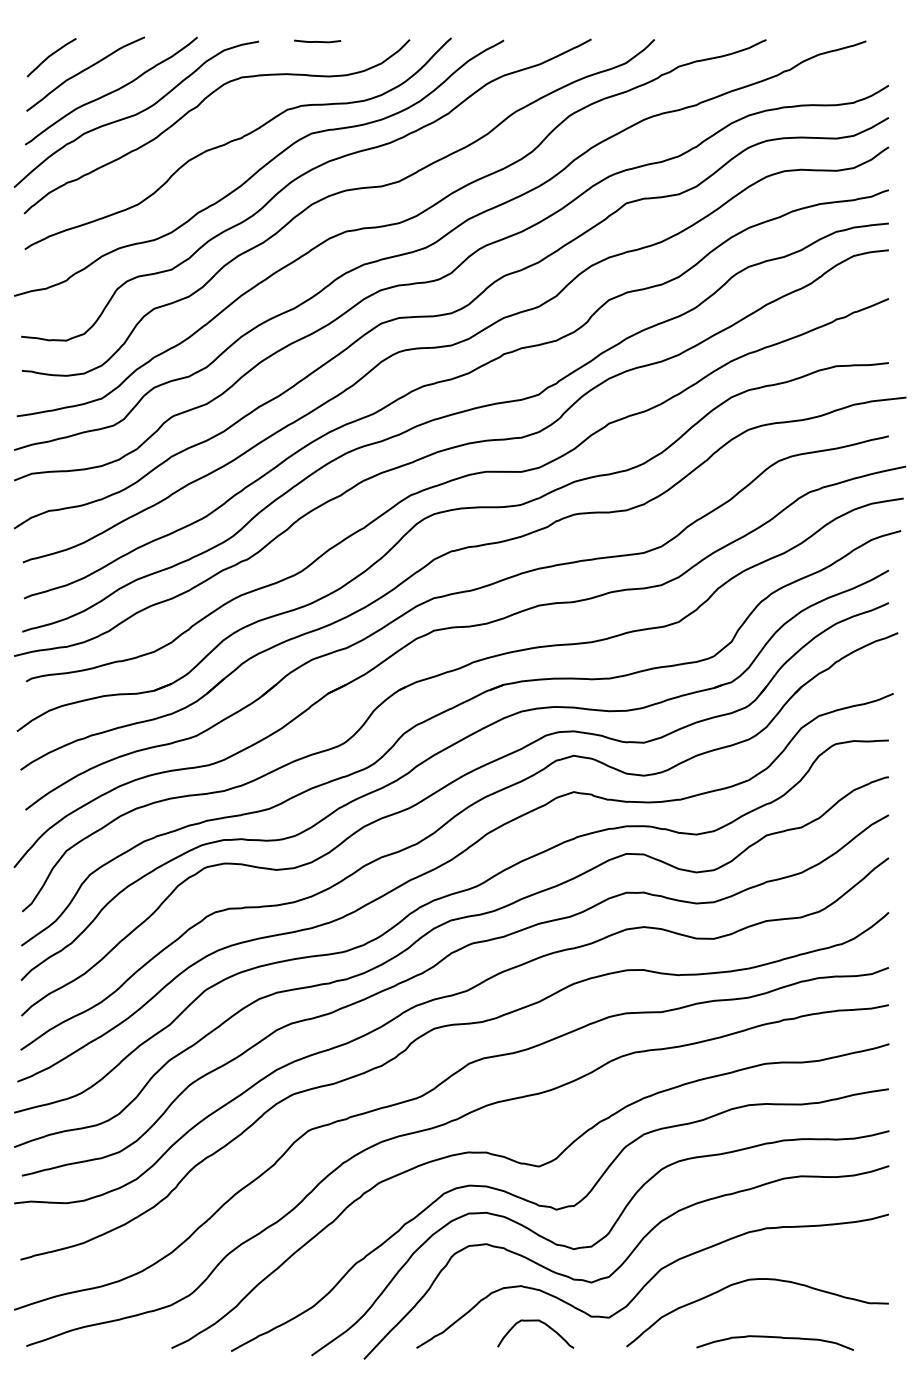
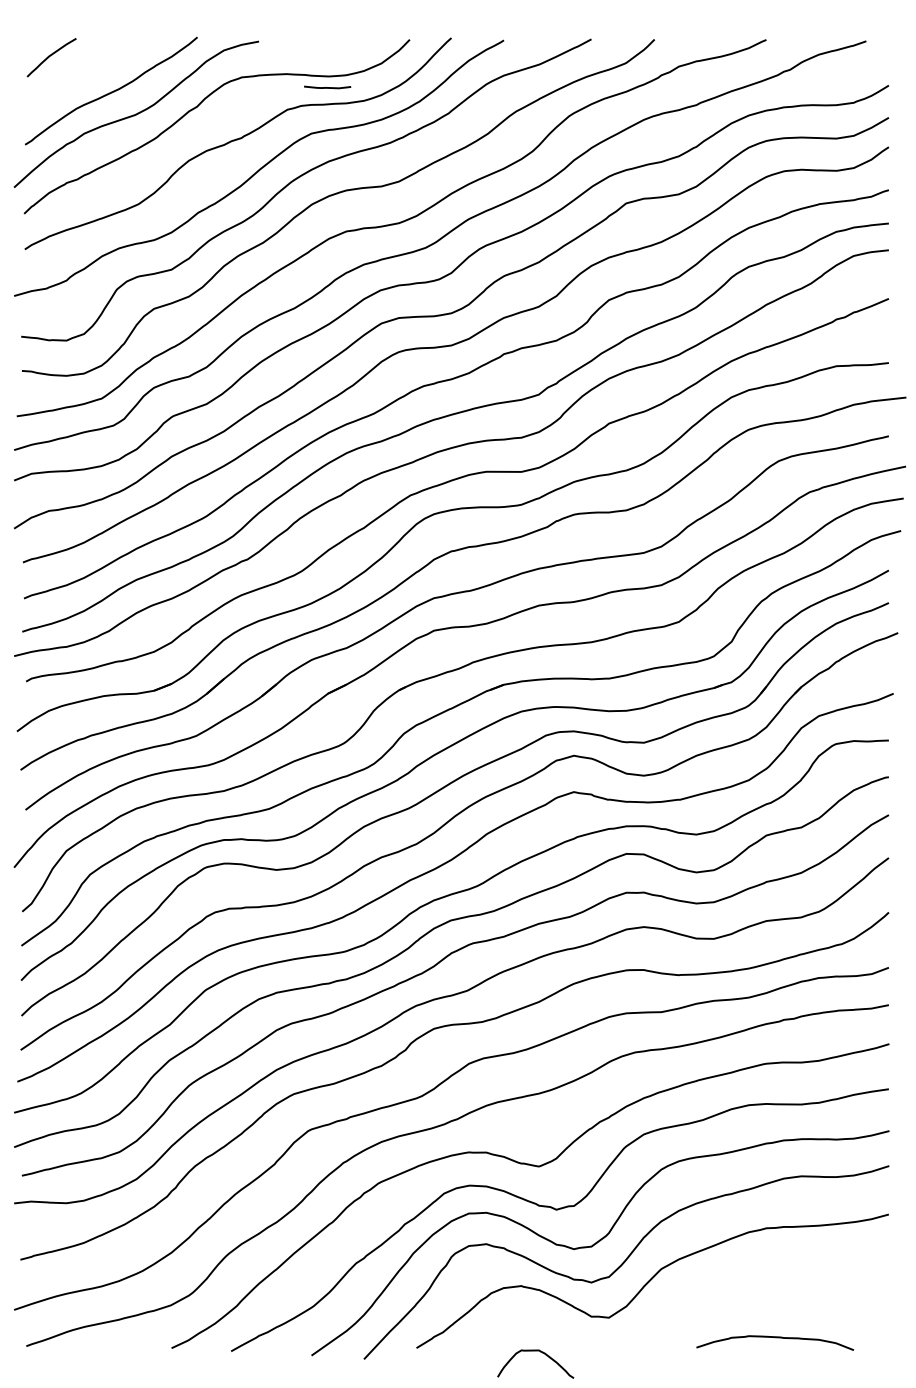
curve at (317, 41) position: (317, 41) -> (327, 87)
curve at (84, 71): present -> none
curve at (756, 1280): present -> none
curve at (535, 1321) position: (535, 1321) -> (535, 1351)
